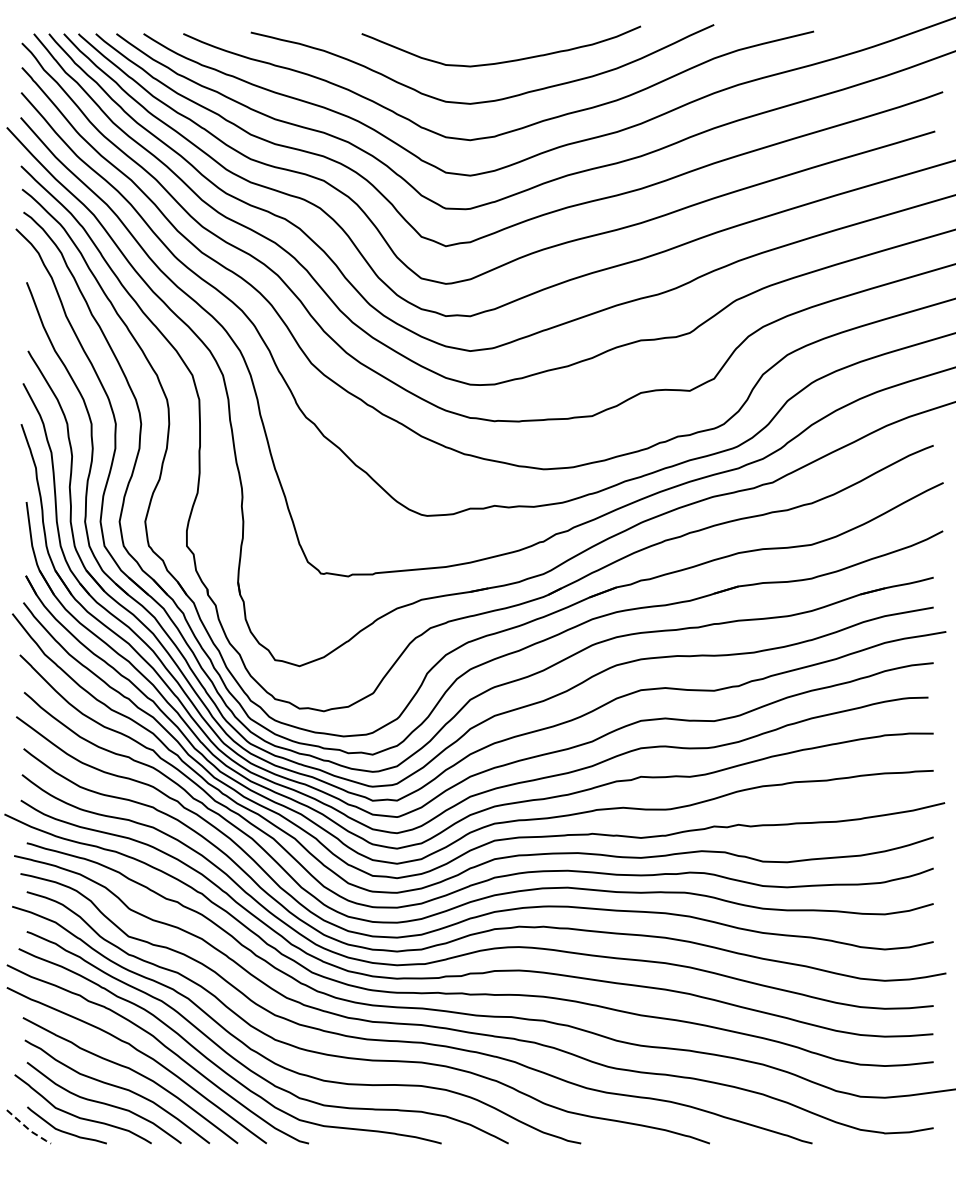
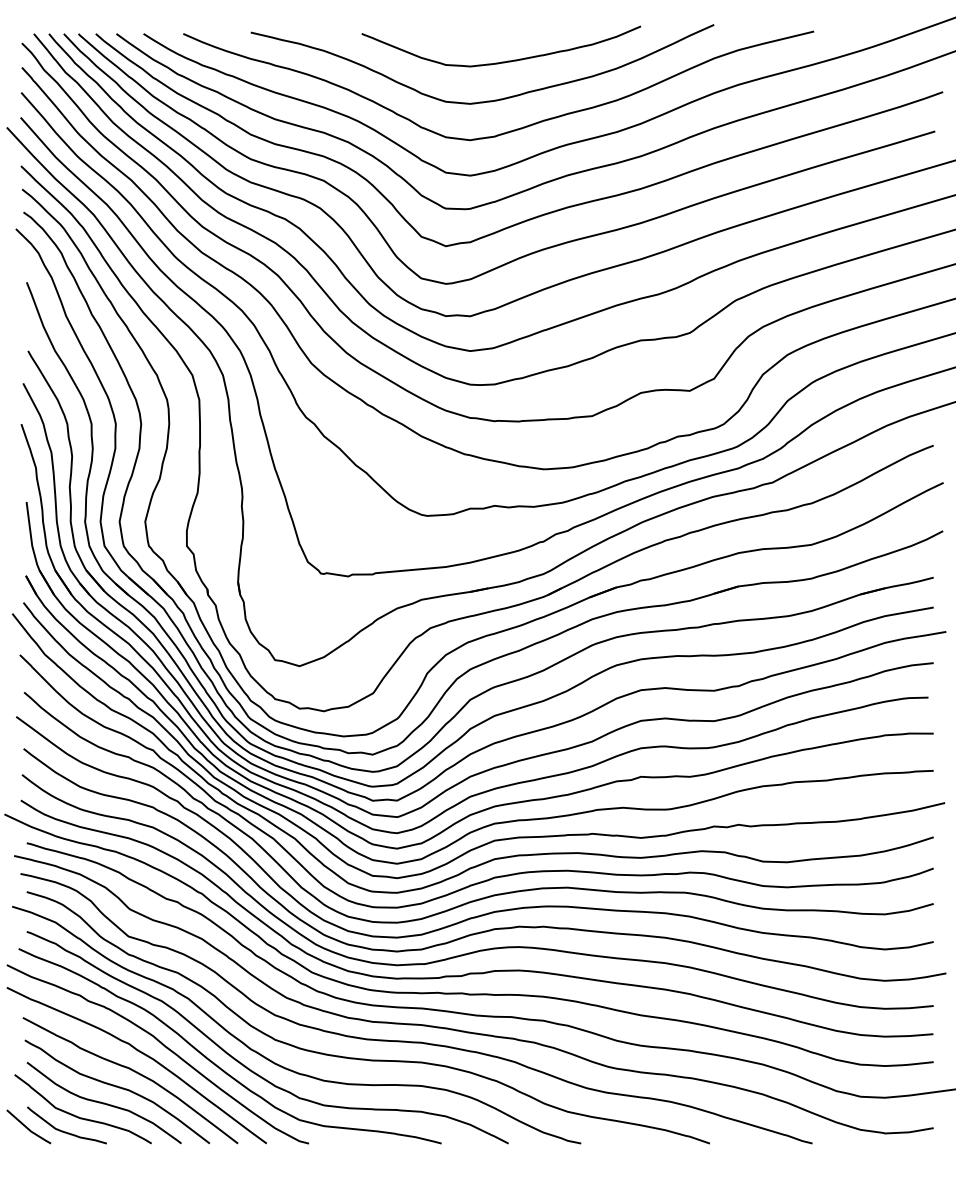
line at (28, 1129): dashed -> solid
